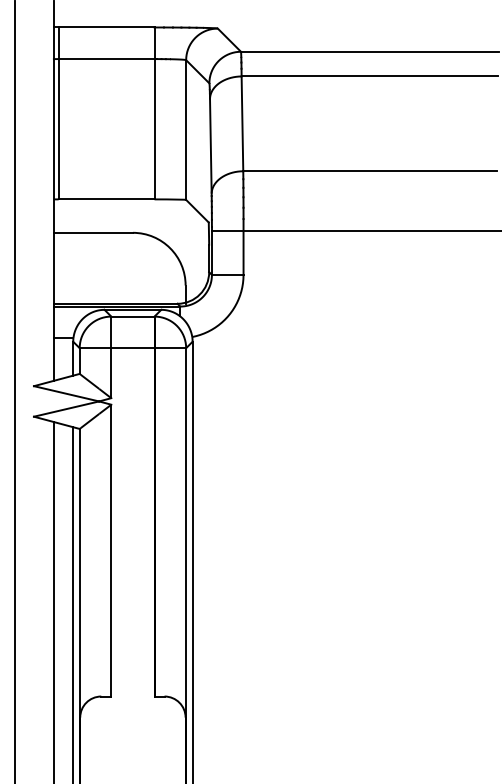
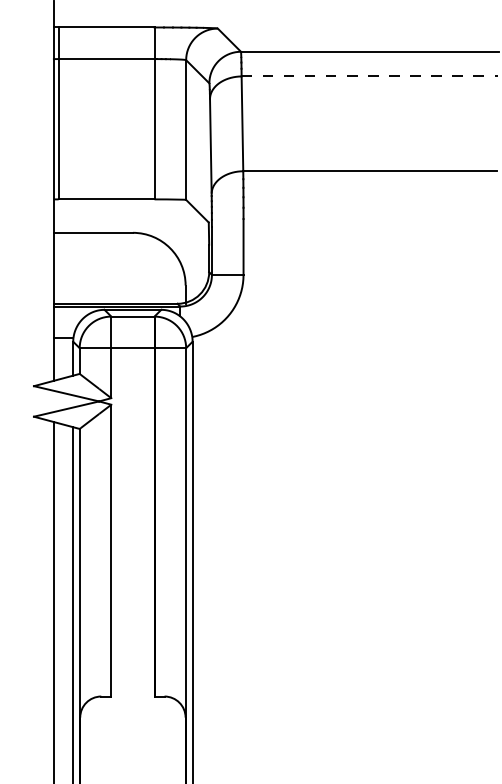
line at (370, 76): solid -> dashed
line at (354, 230): present -> none
line at (15, 391): present -> none
